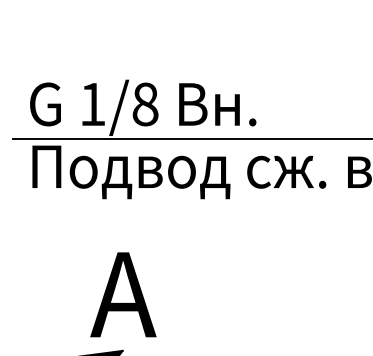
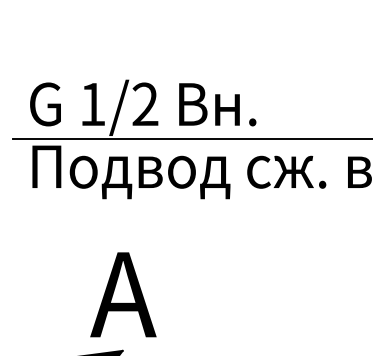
text at (145, 104): 1/8 -> 1/2
